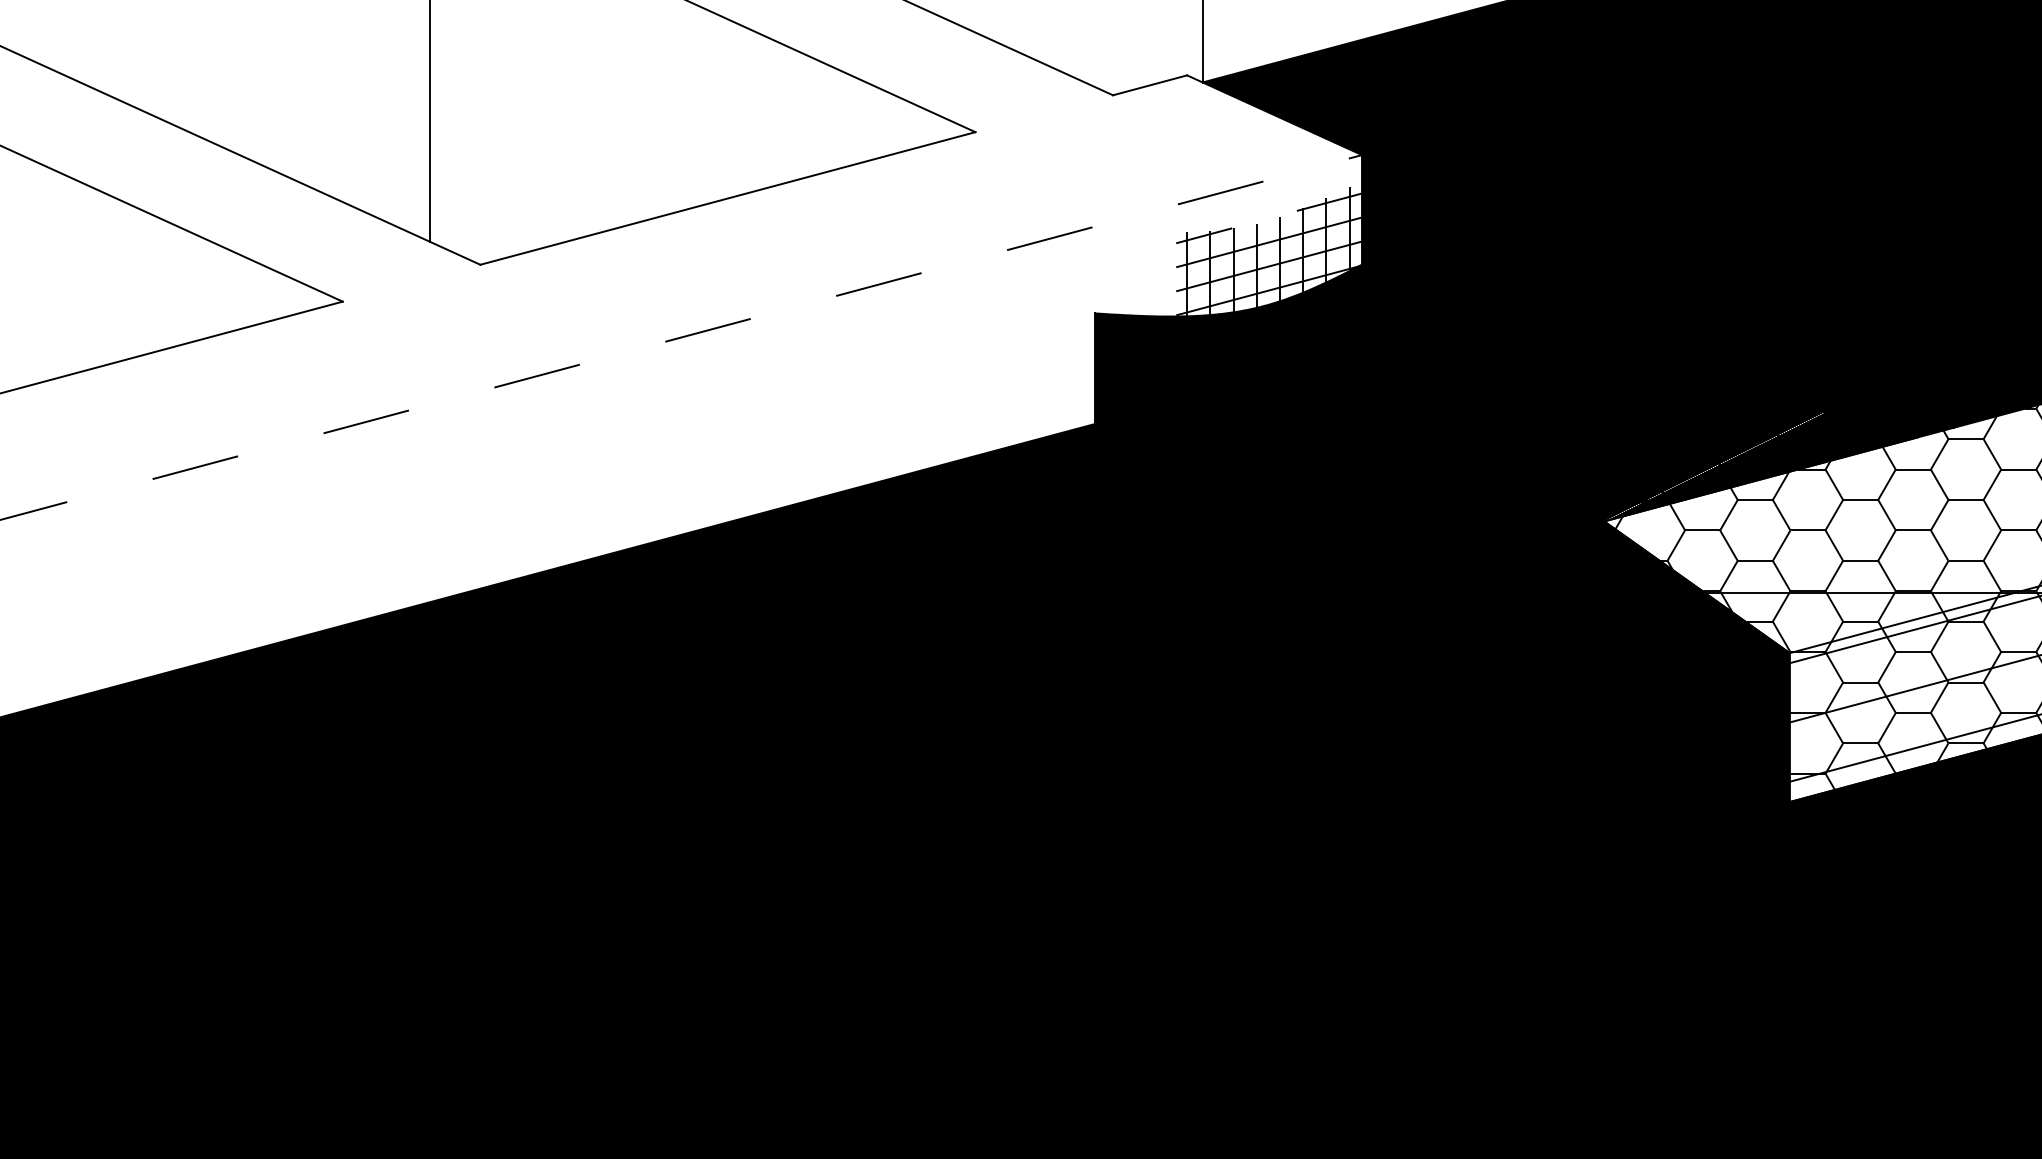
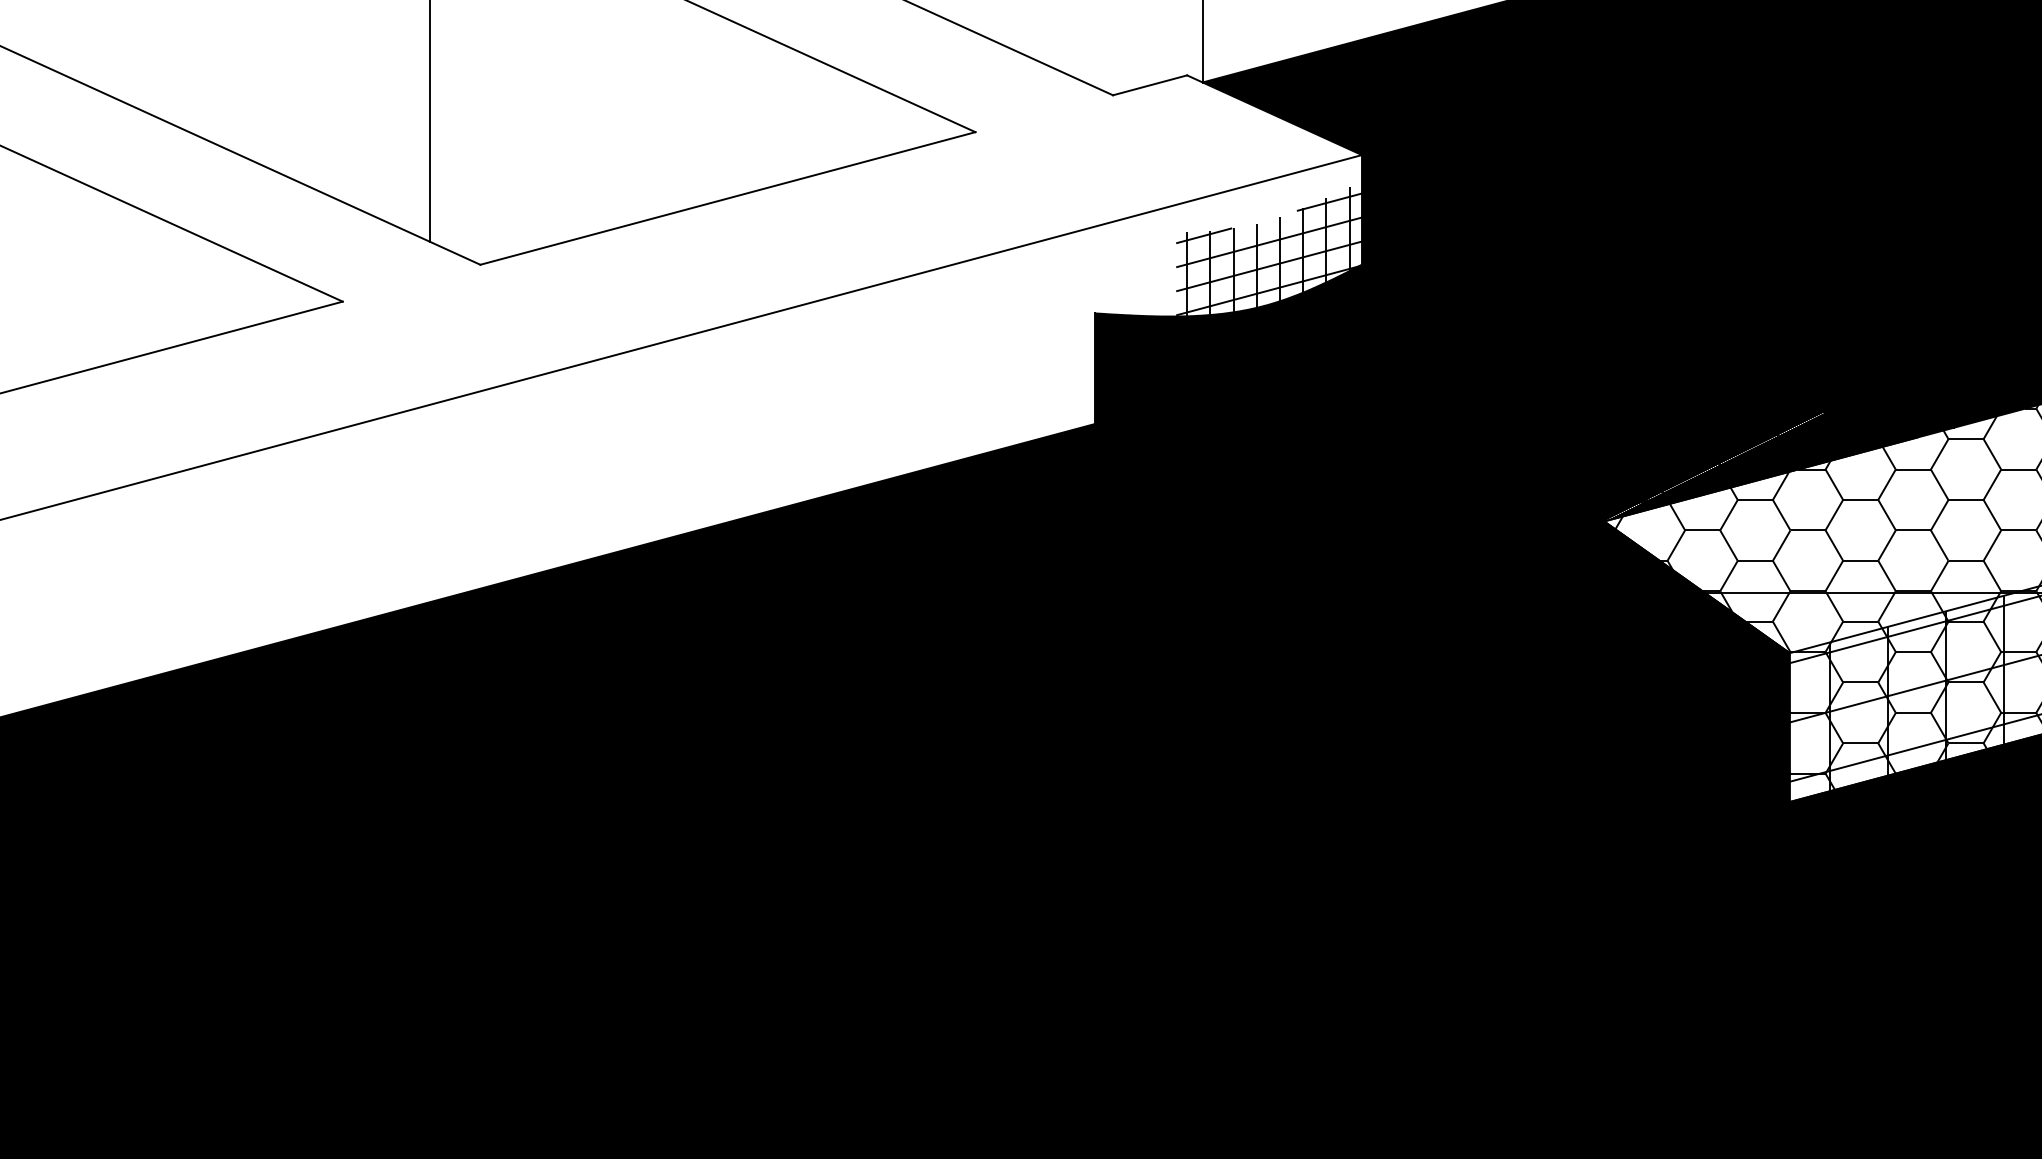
line at (681, 337): dashed -> solid
hatch at (1916, 693): none -> present
